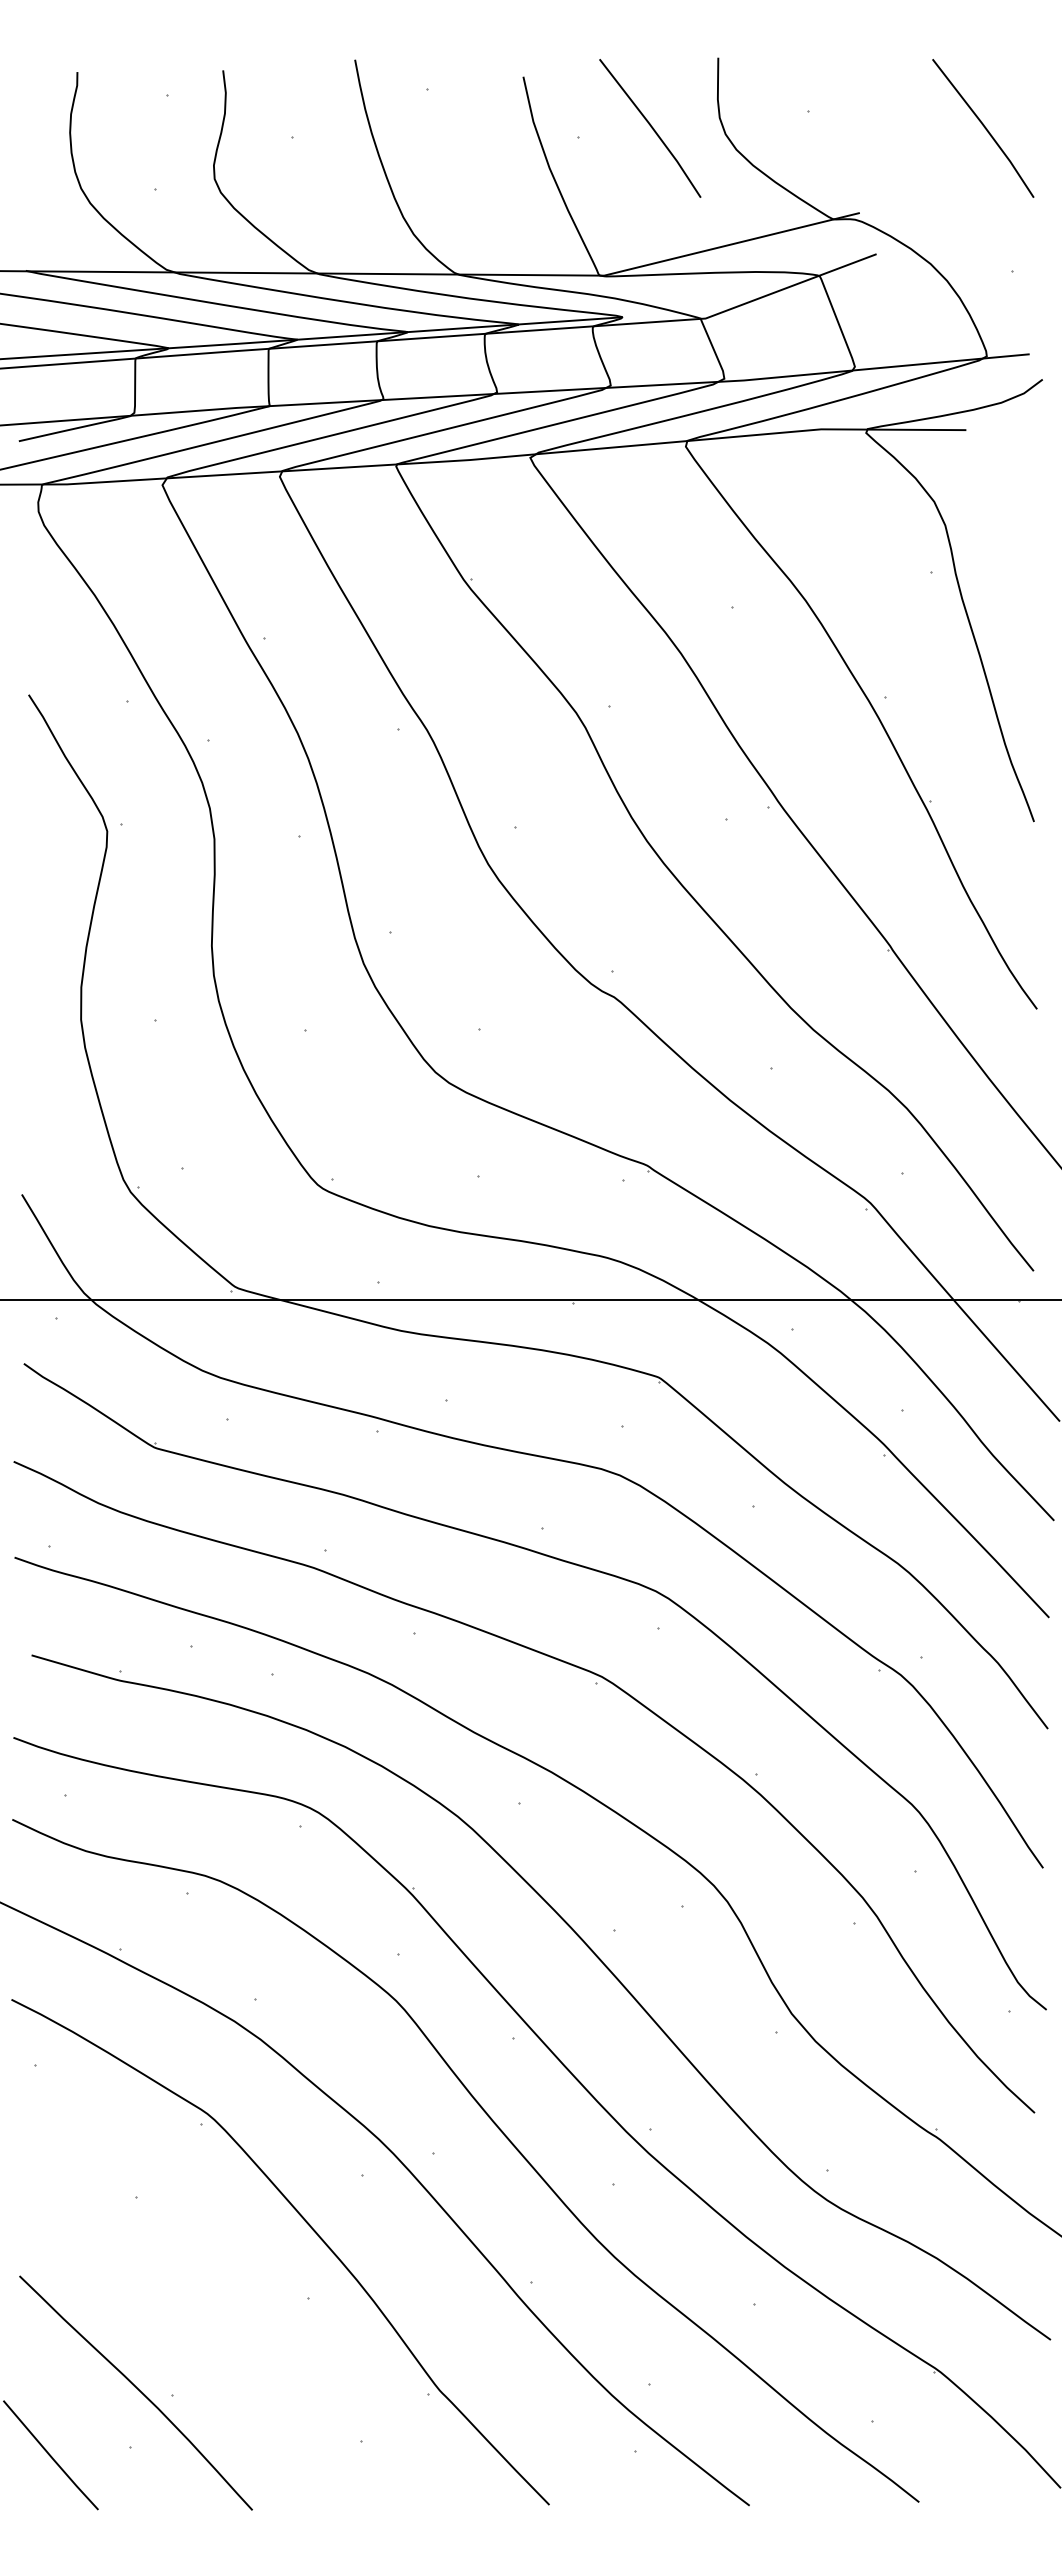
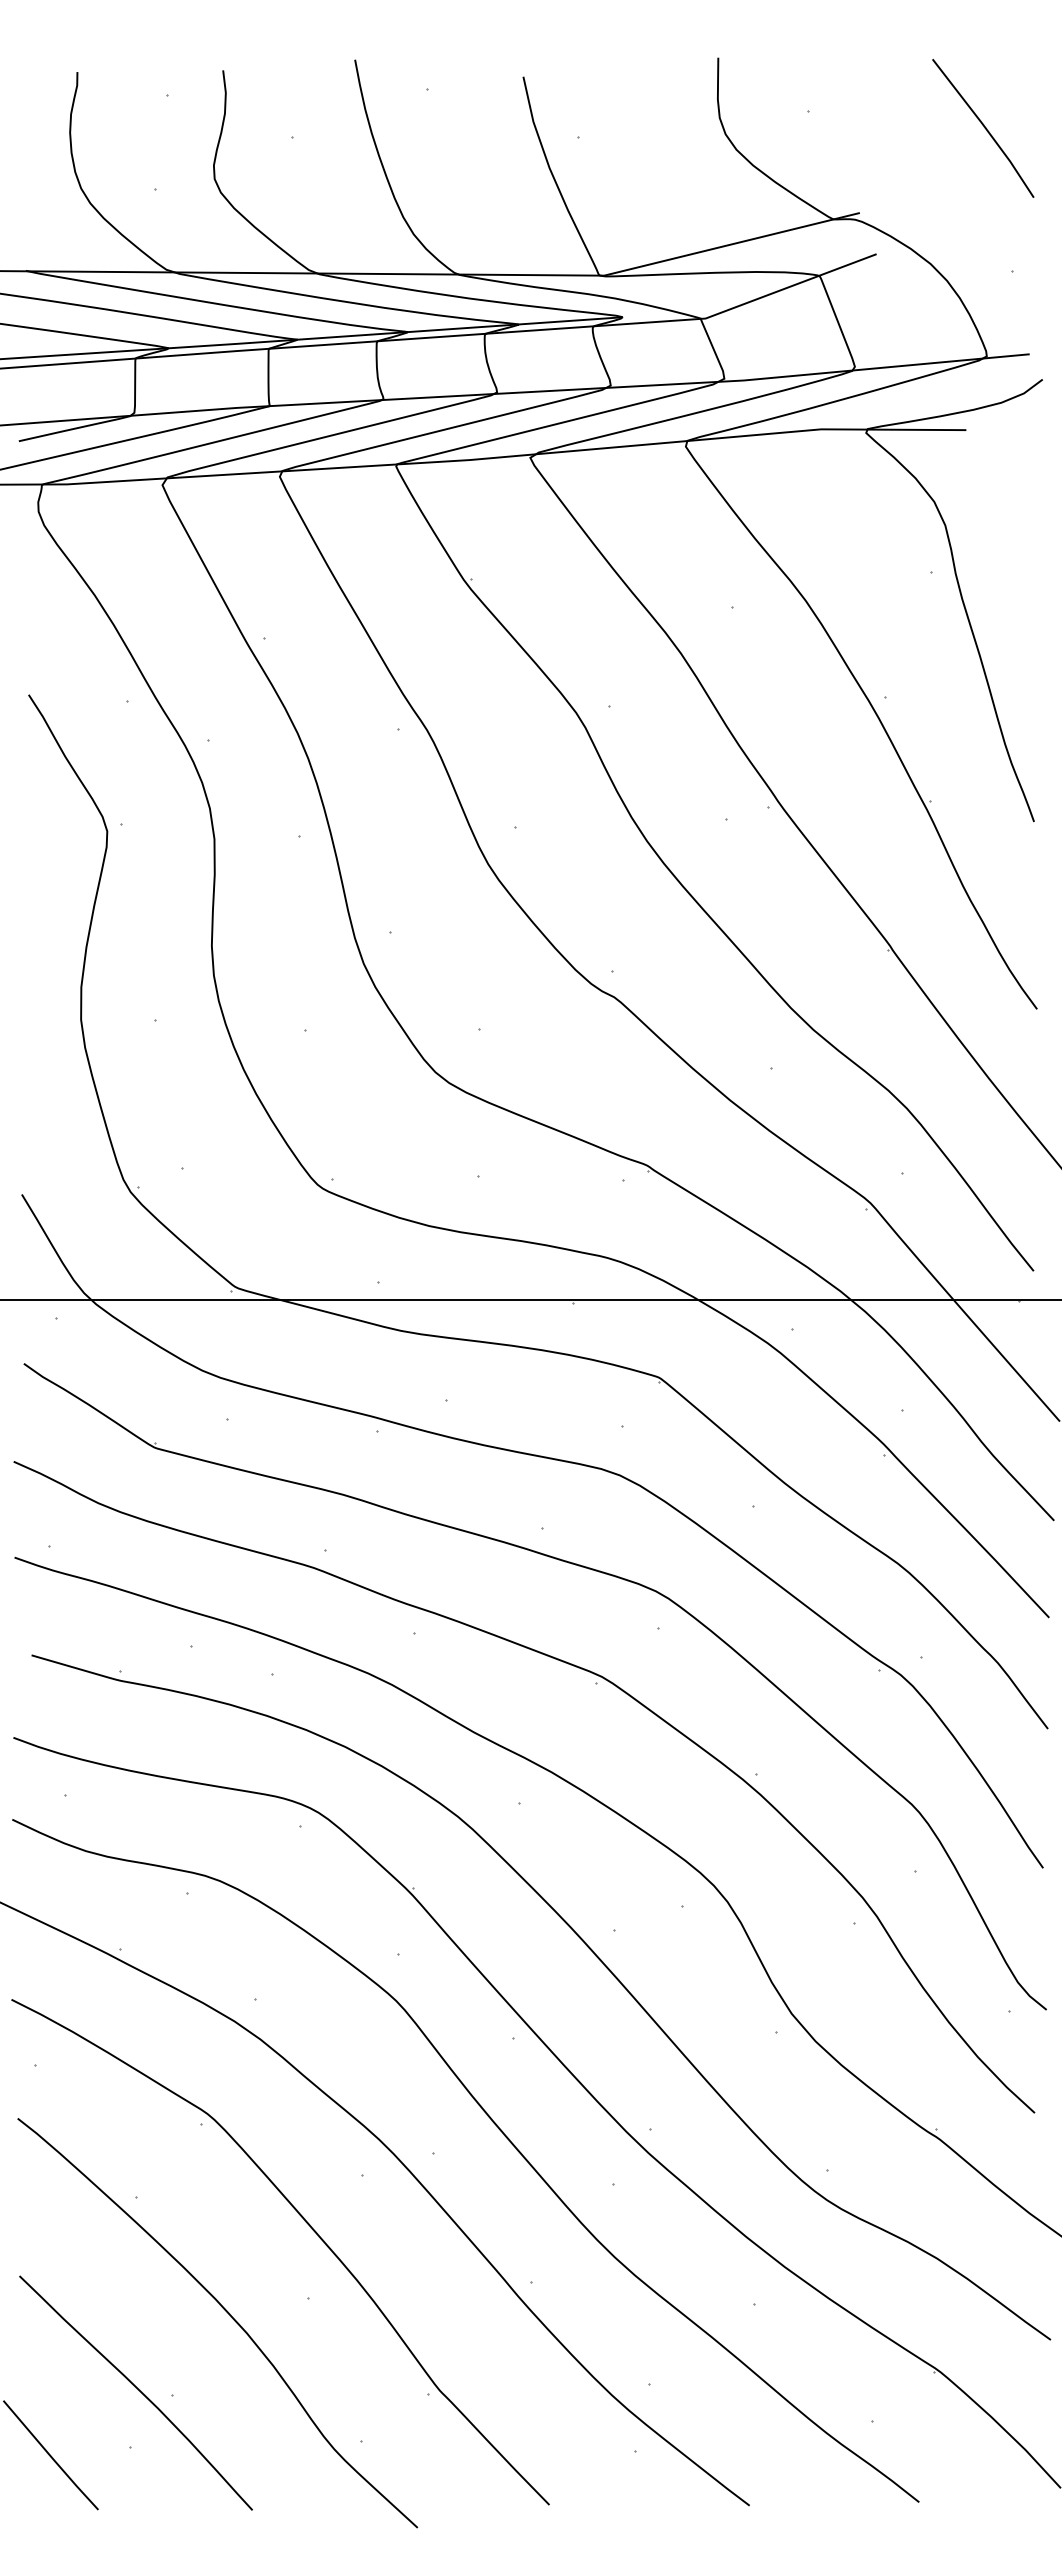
line at (651, 128): present -> none
curve at (227, 2313): none -> present
